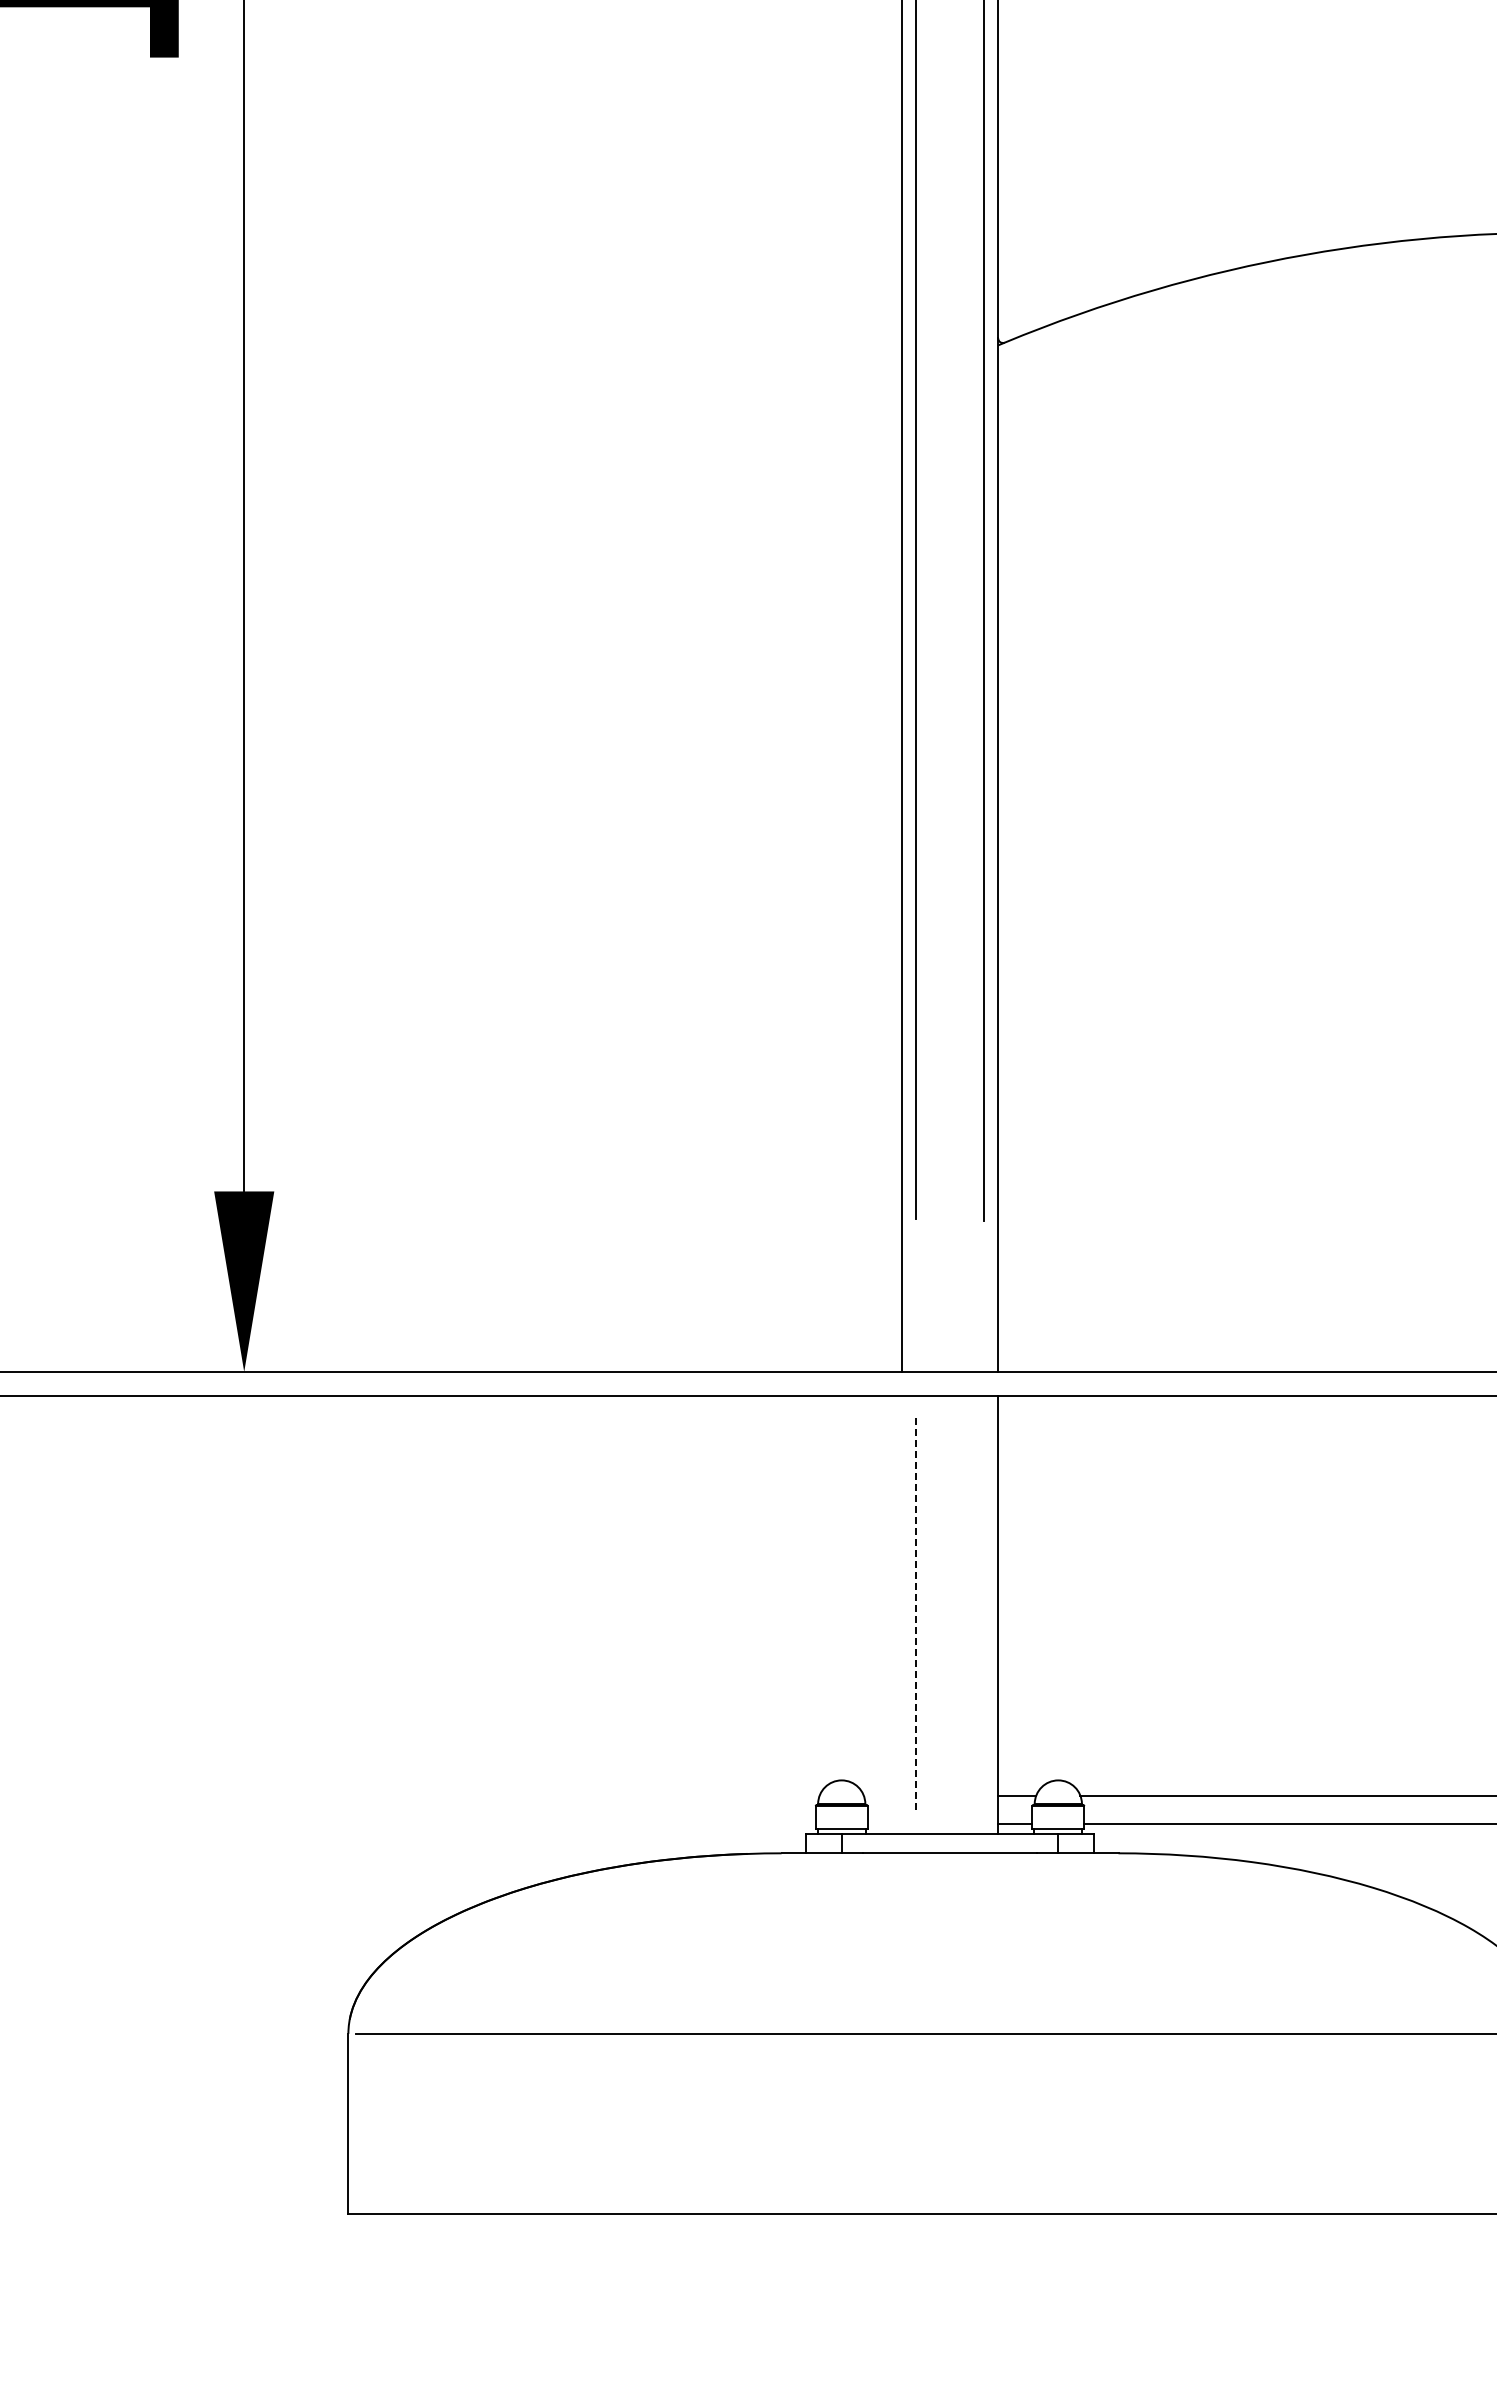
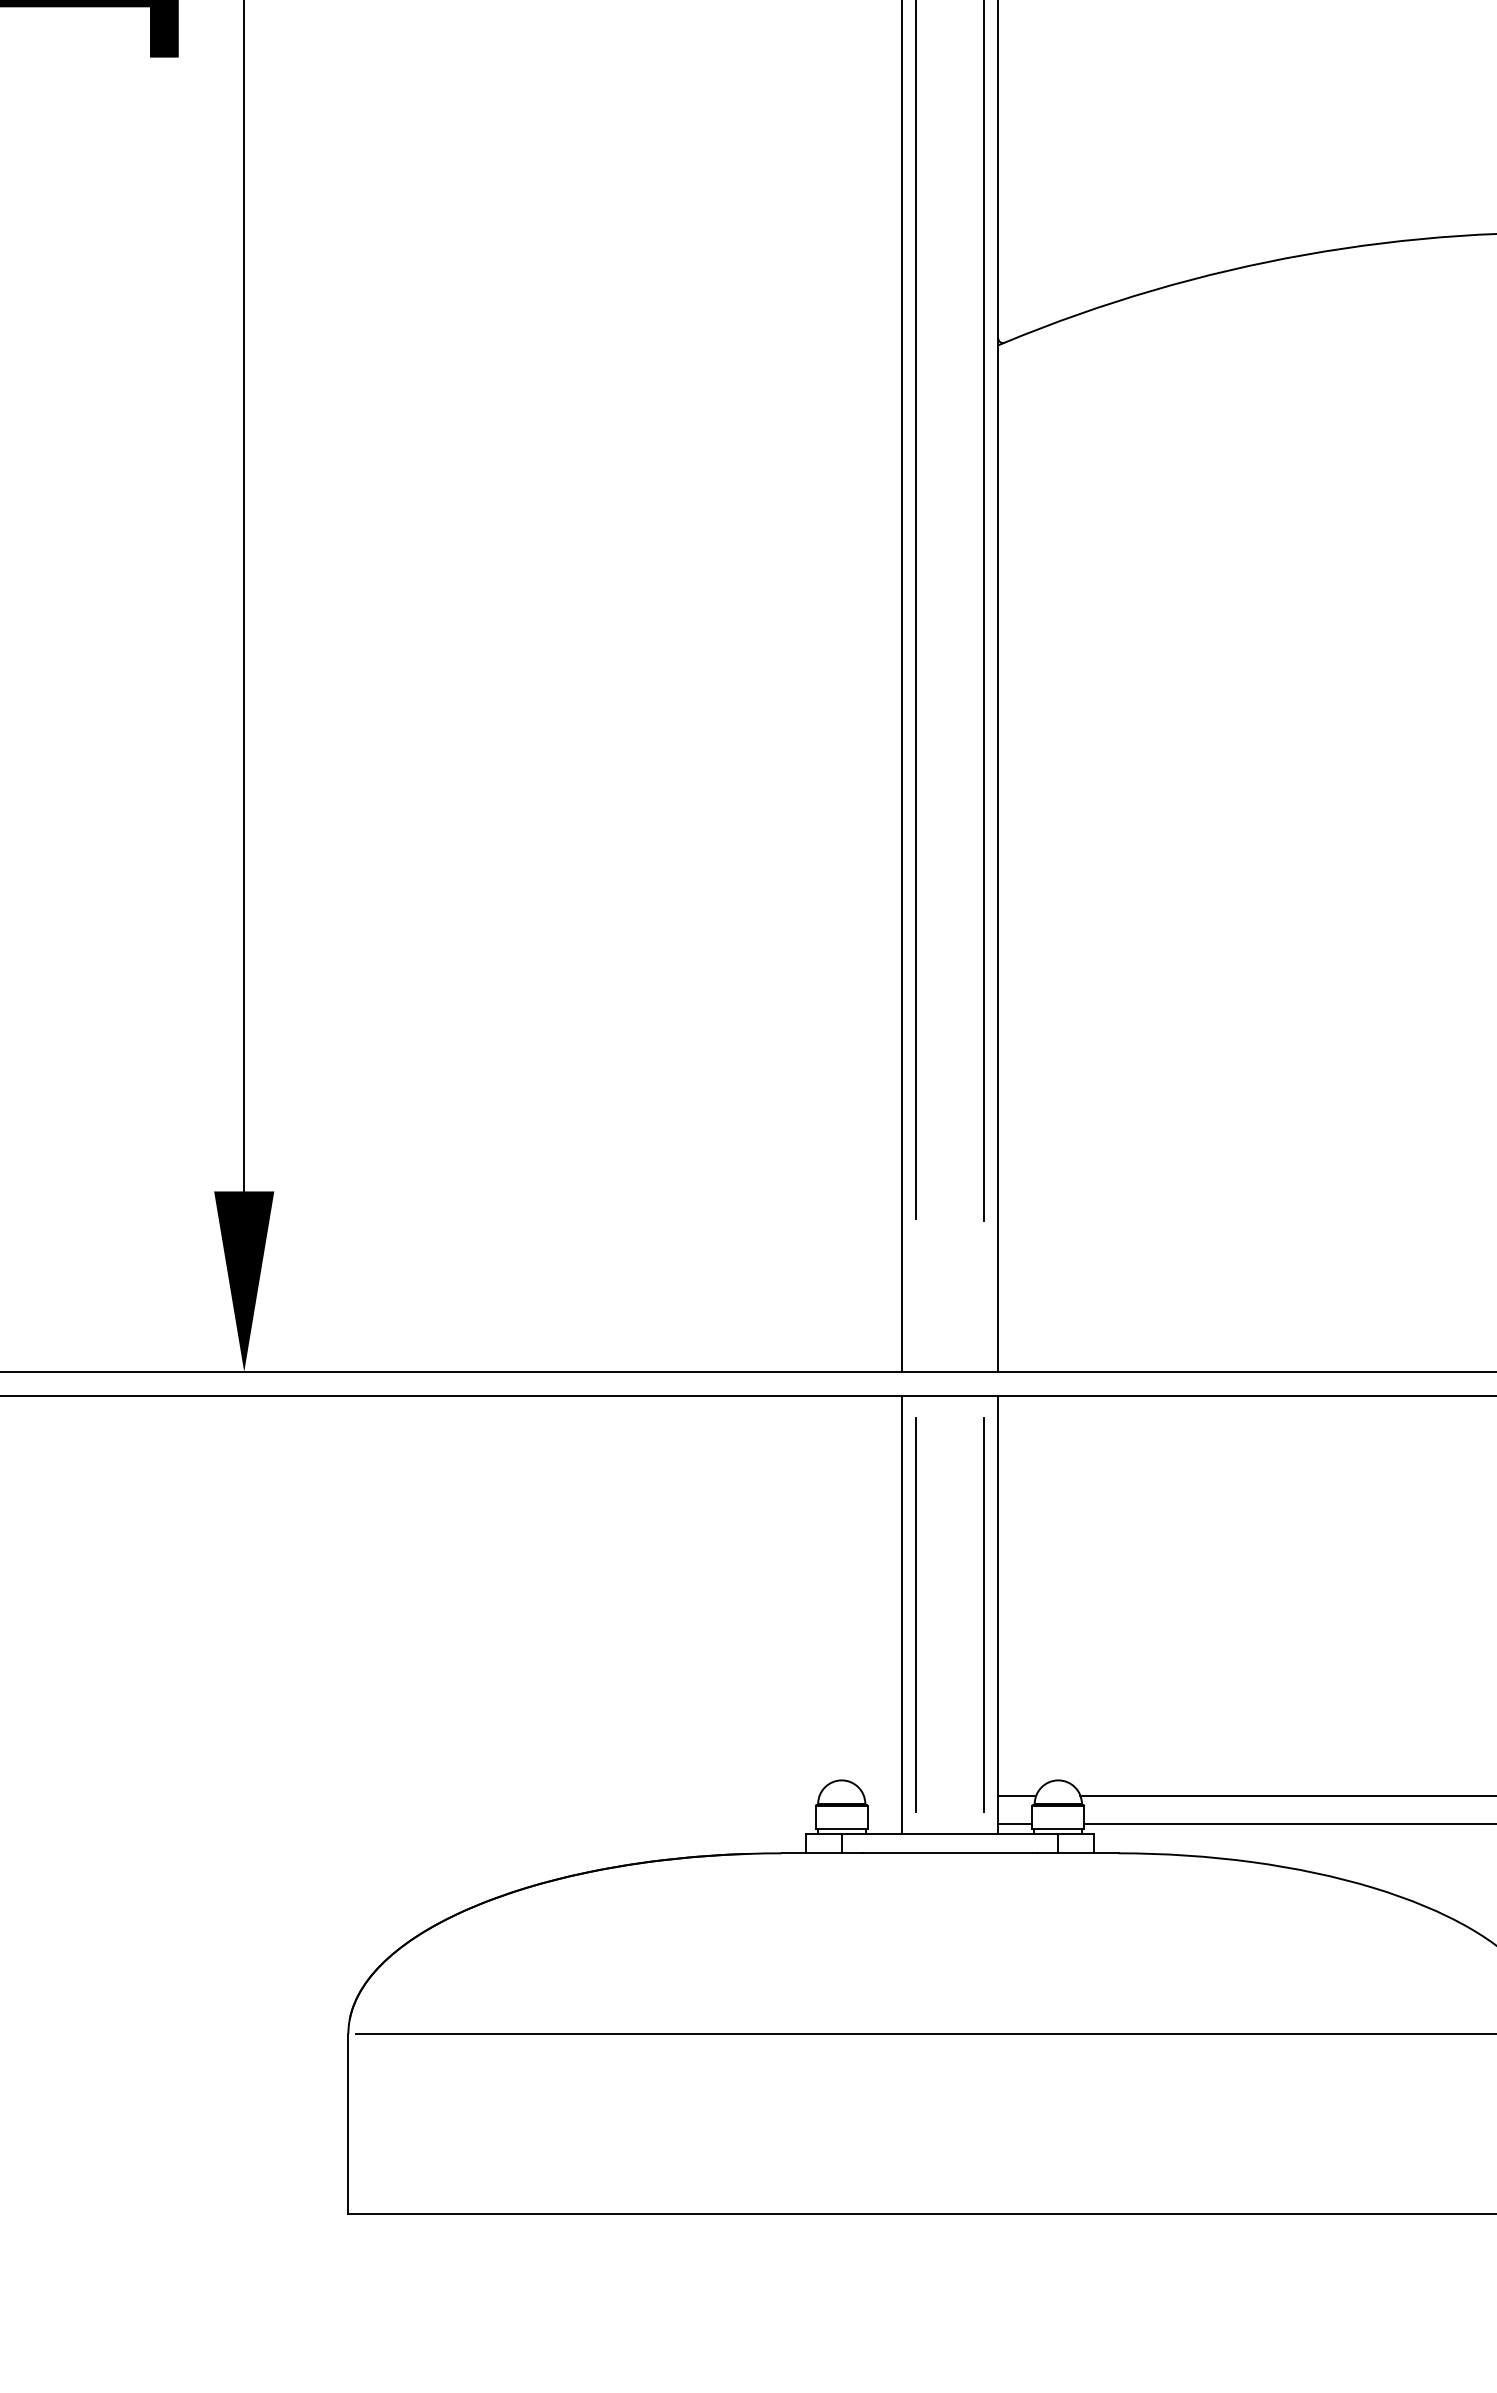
line at (983, 1614): none -> present
line at (901, 1615): none -> present
line at (916, 1615): dashed -> solid
